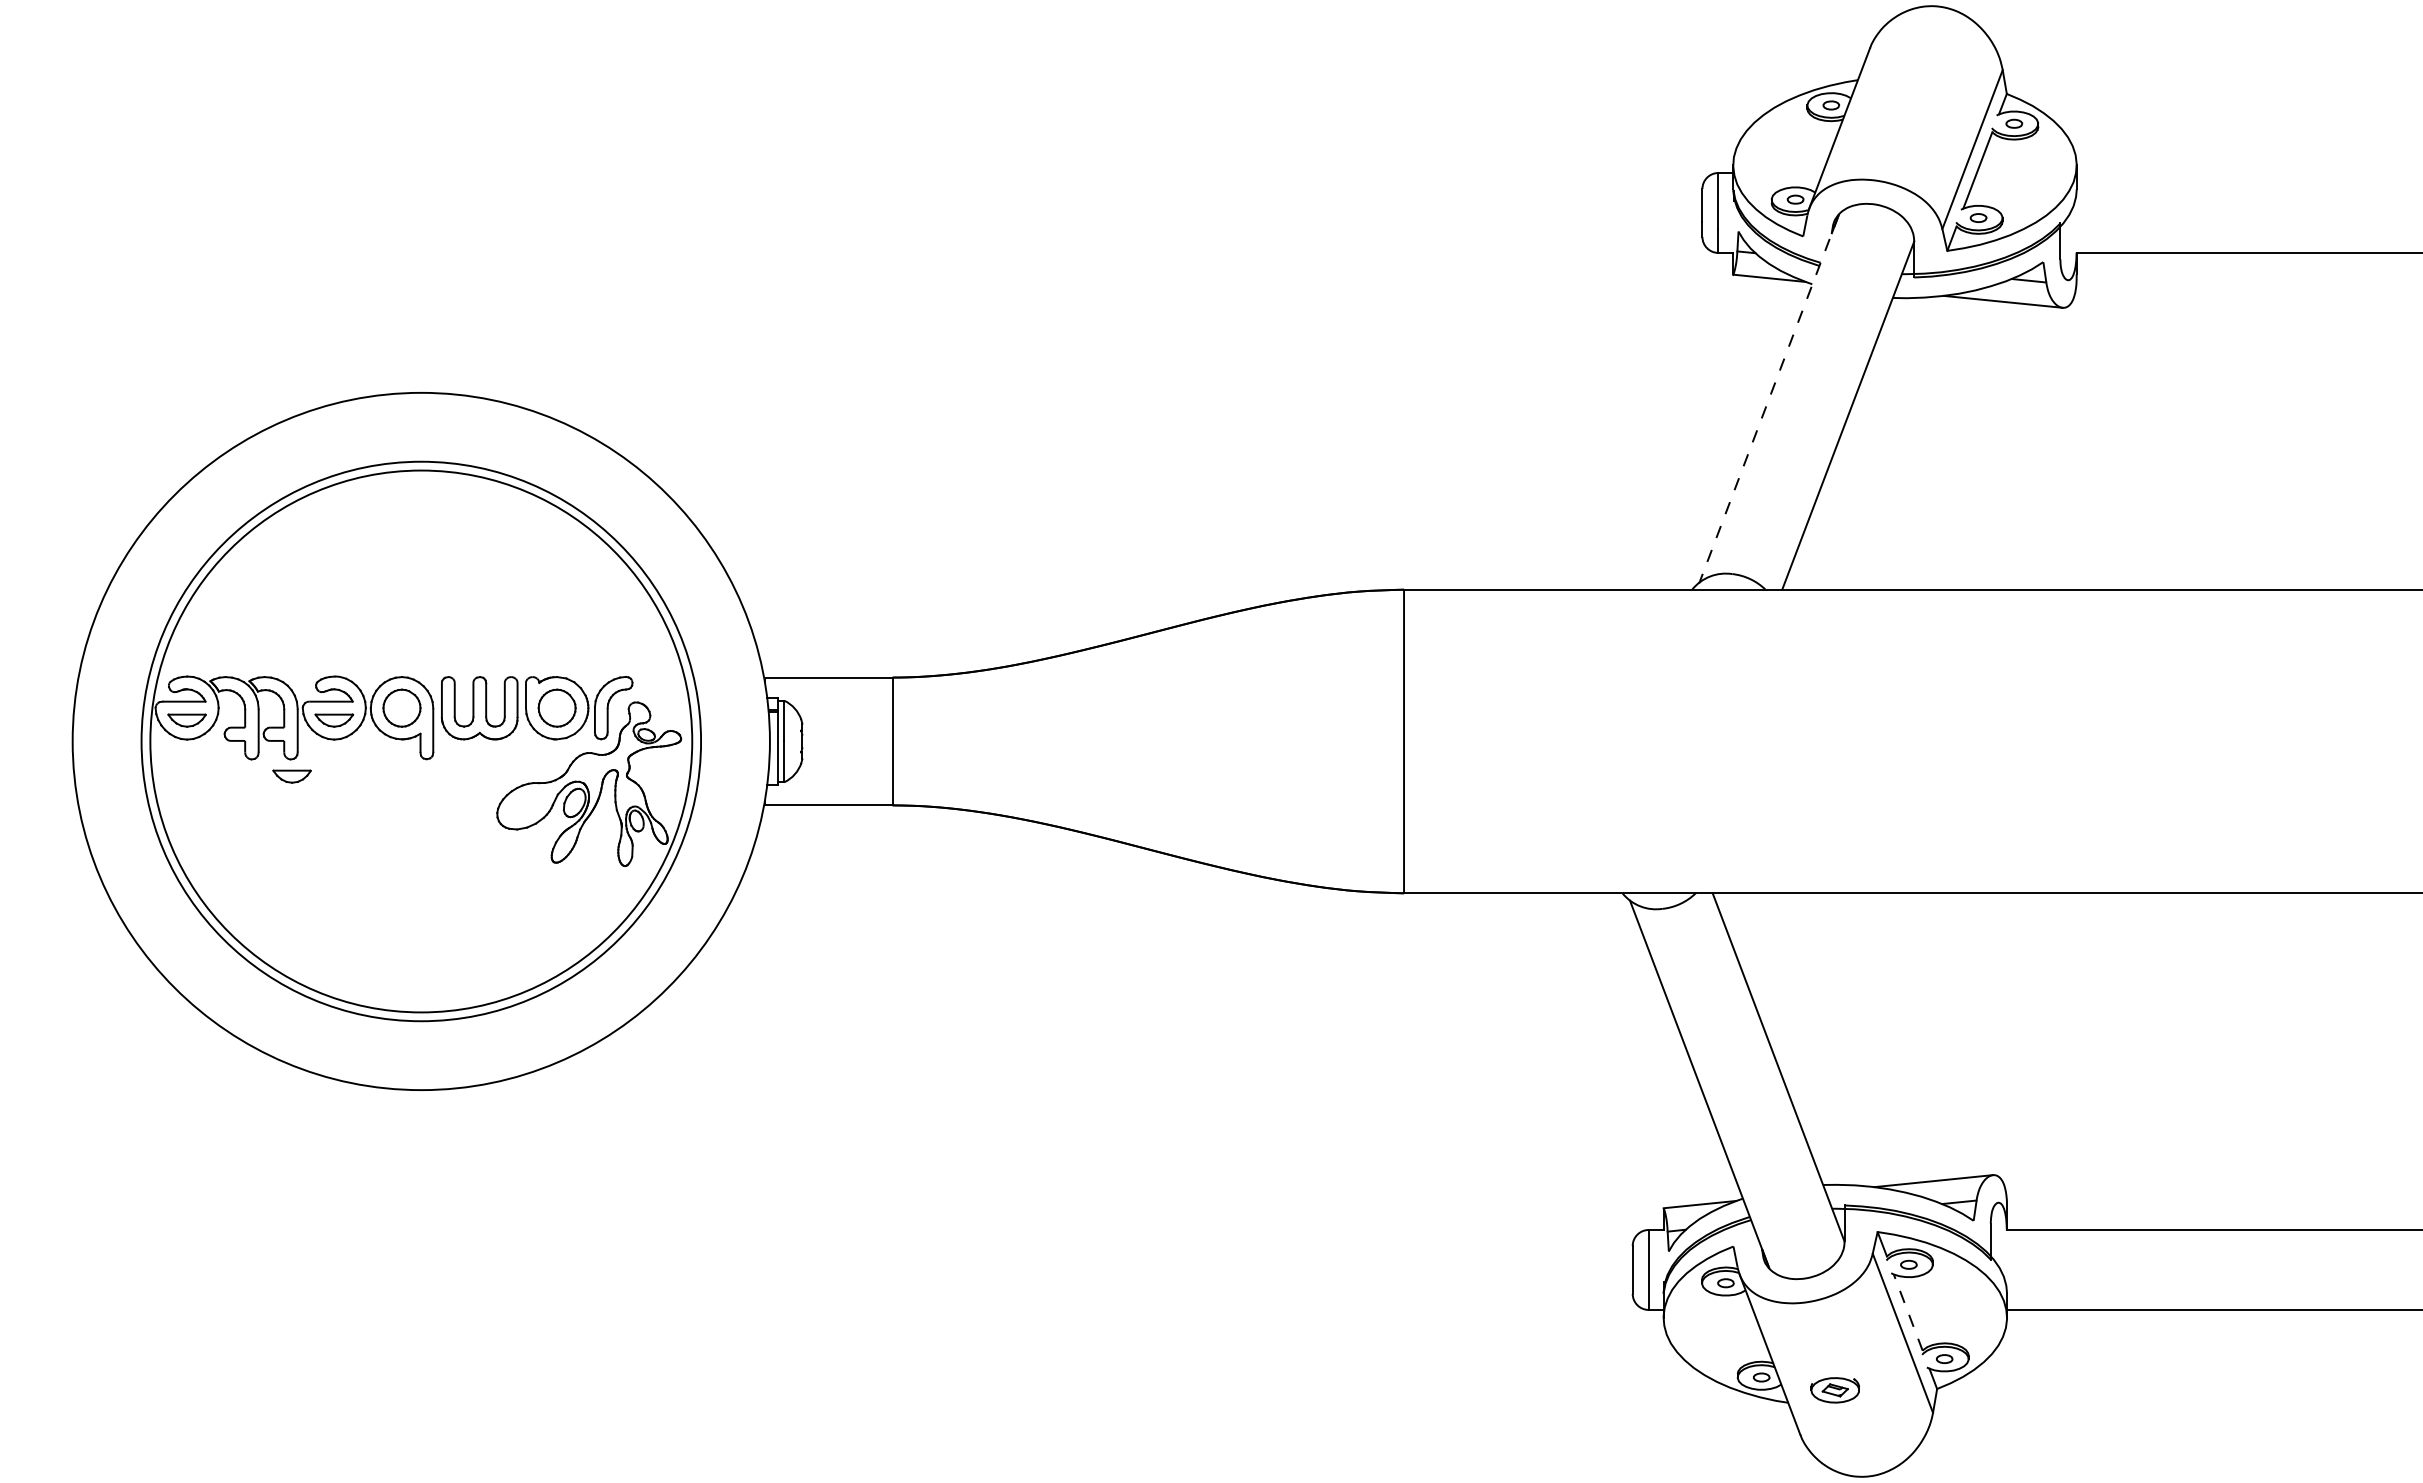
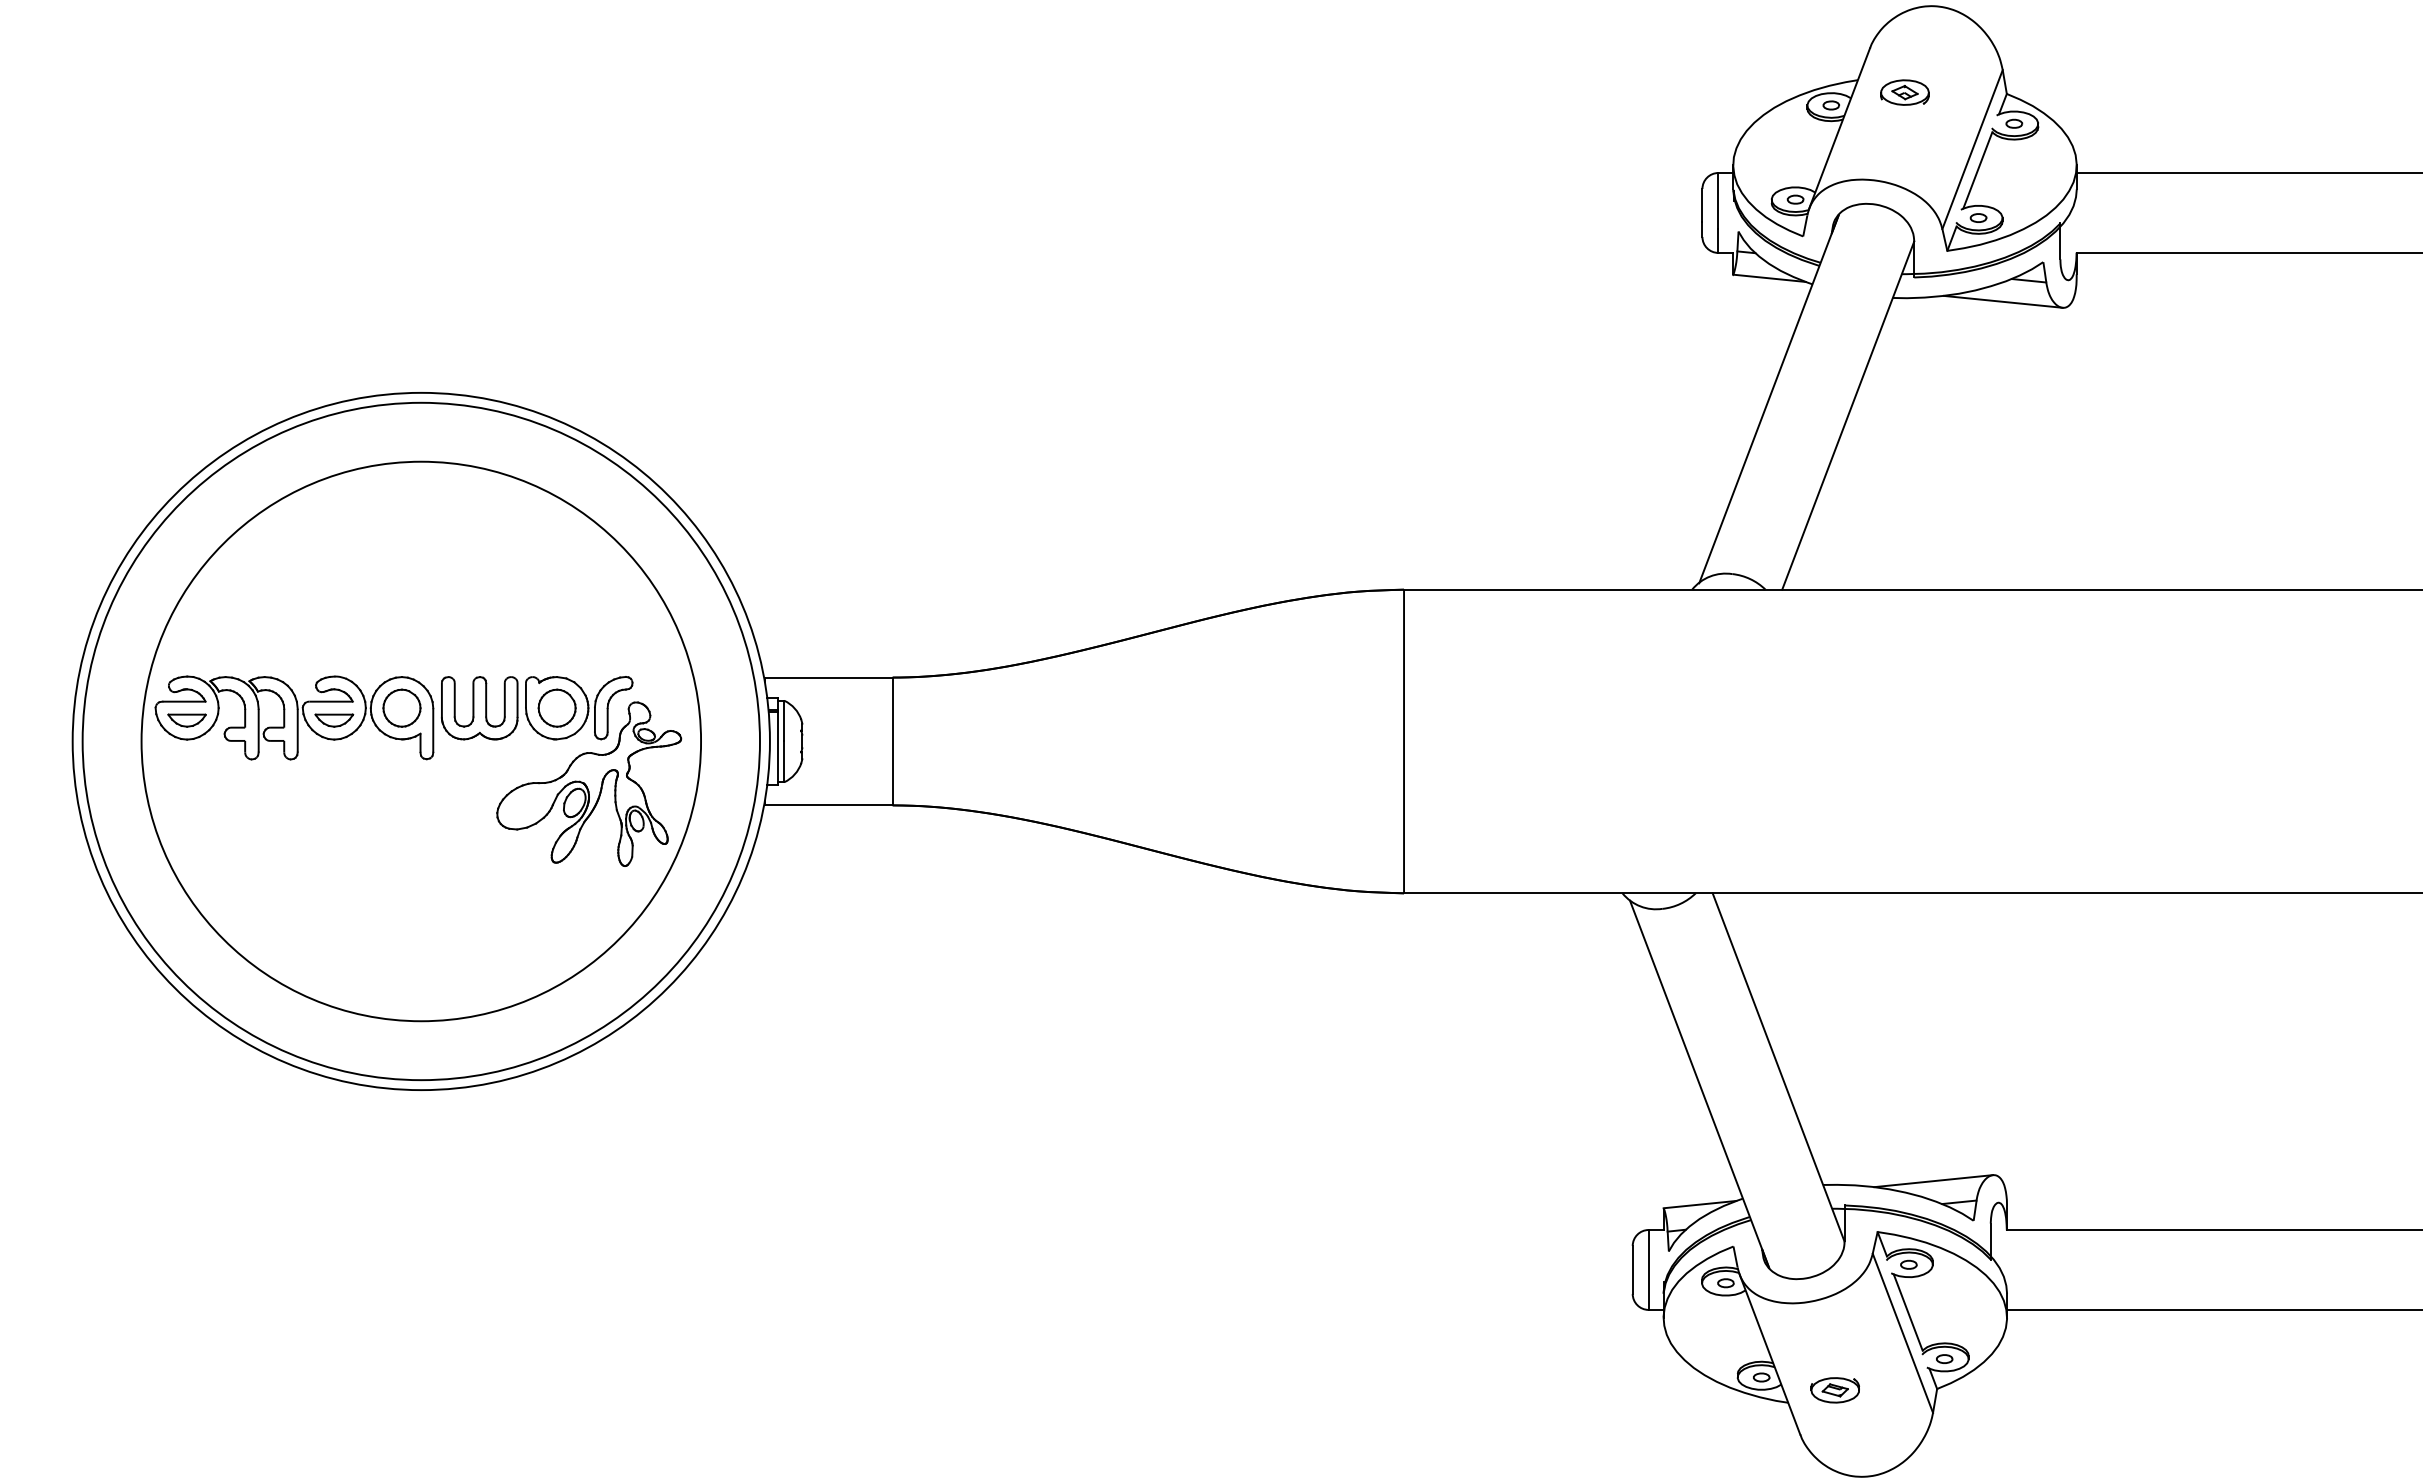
part at (1904, 92): none -> present
line at (2247, 173): none -> present
line at (1769, 399): dashed -> solid
circle at (421, 741) diameter: 542 px -> 677 px
part at (291, 776): present -> none
line at (1908, 1312): dashed -> solid
